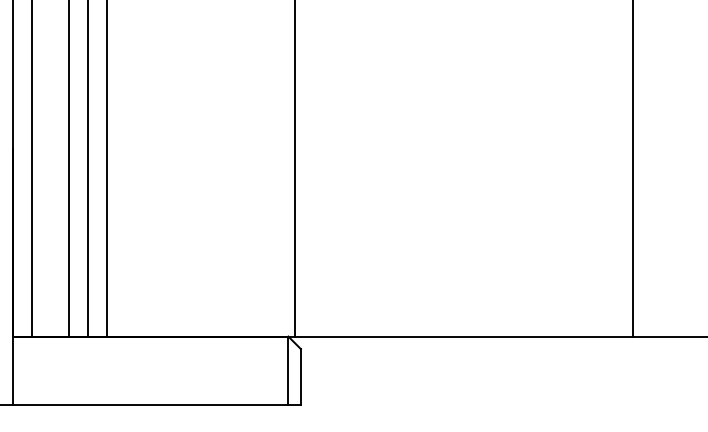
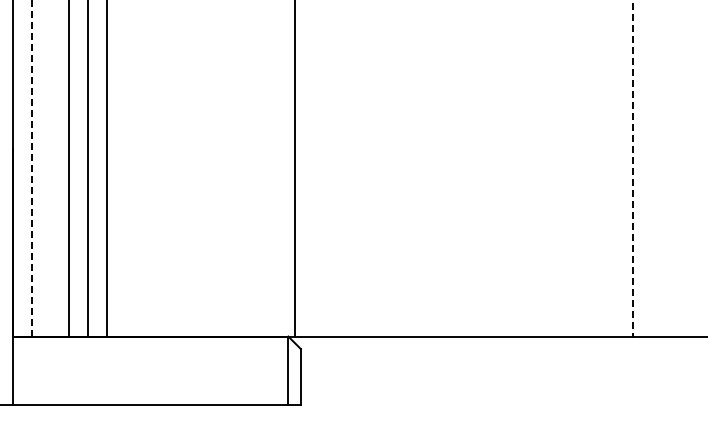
line at (31, 168): solid -> dashed
line at (632, 168): solid -> dashed
